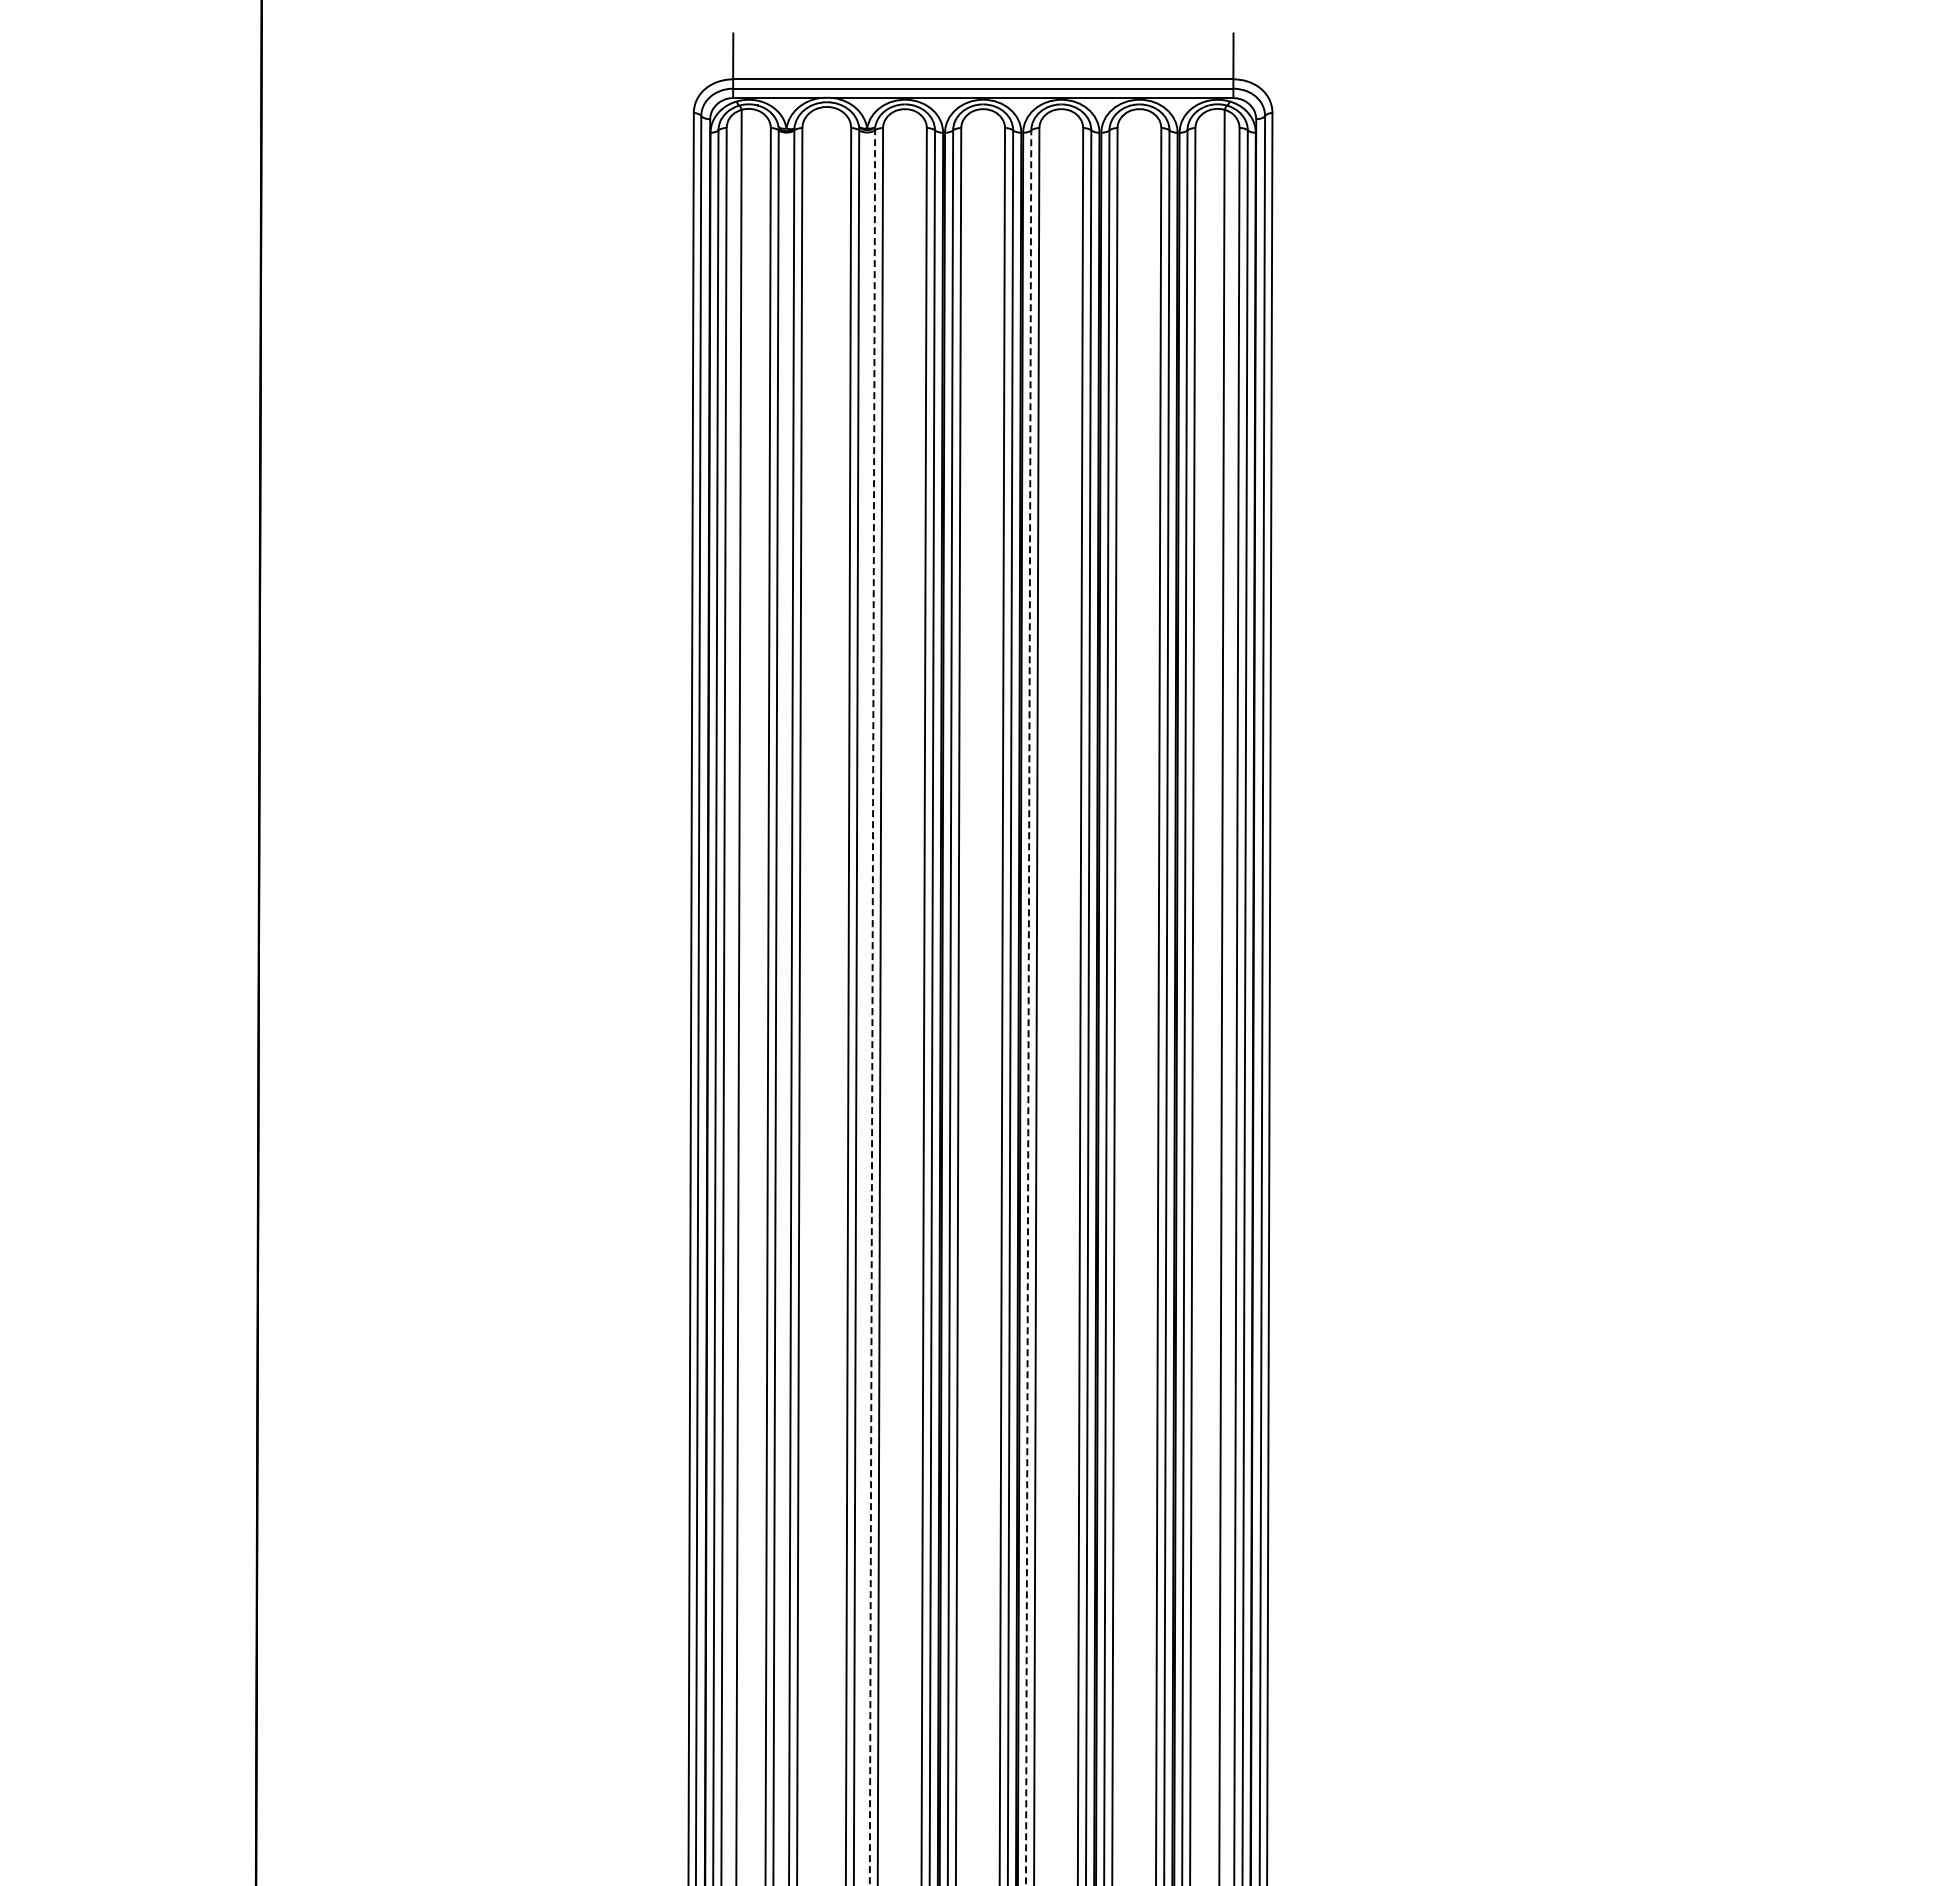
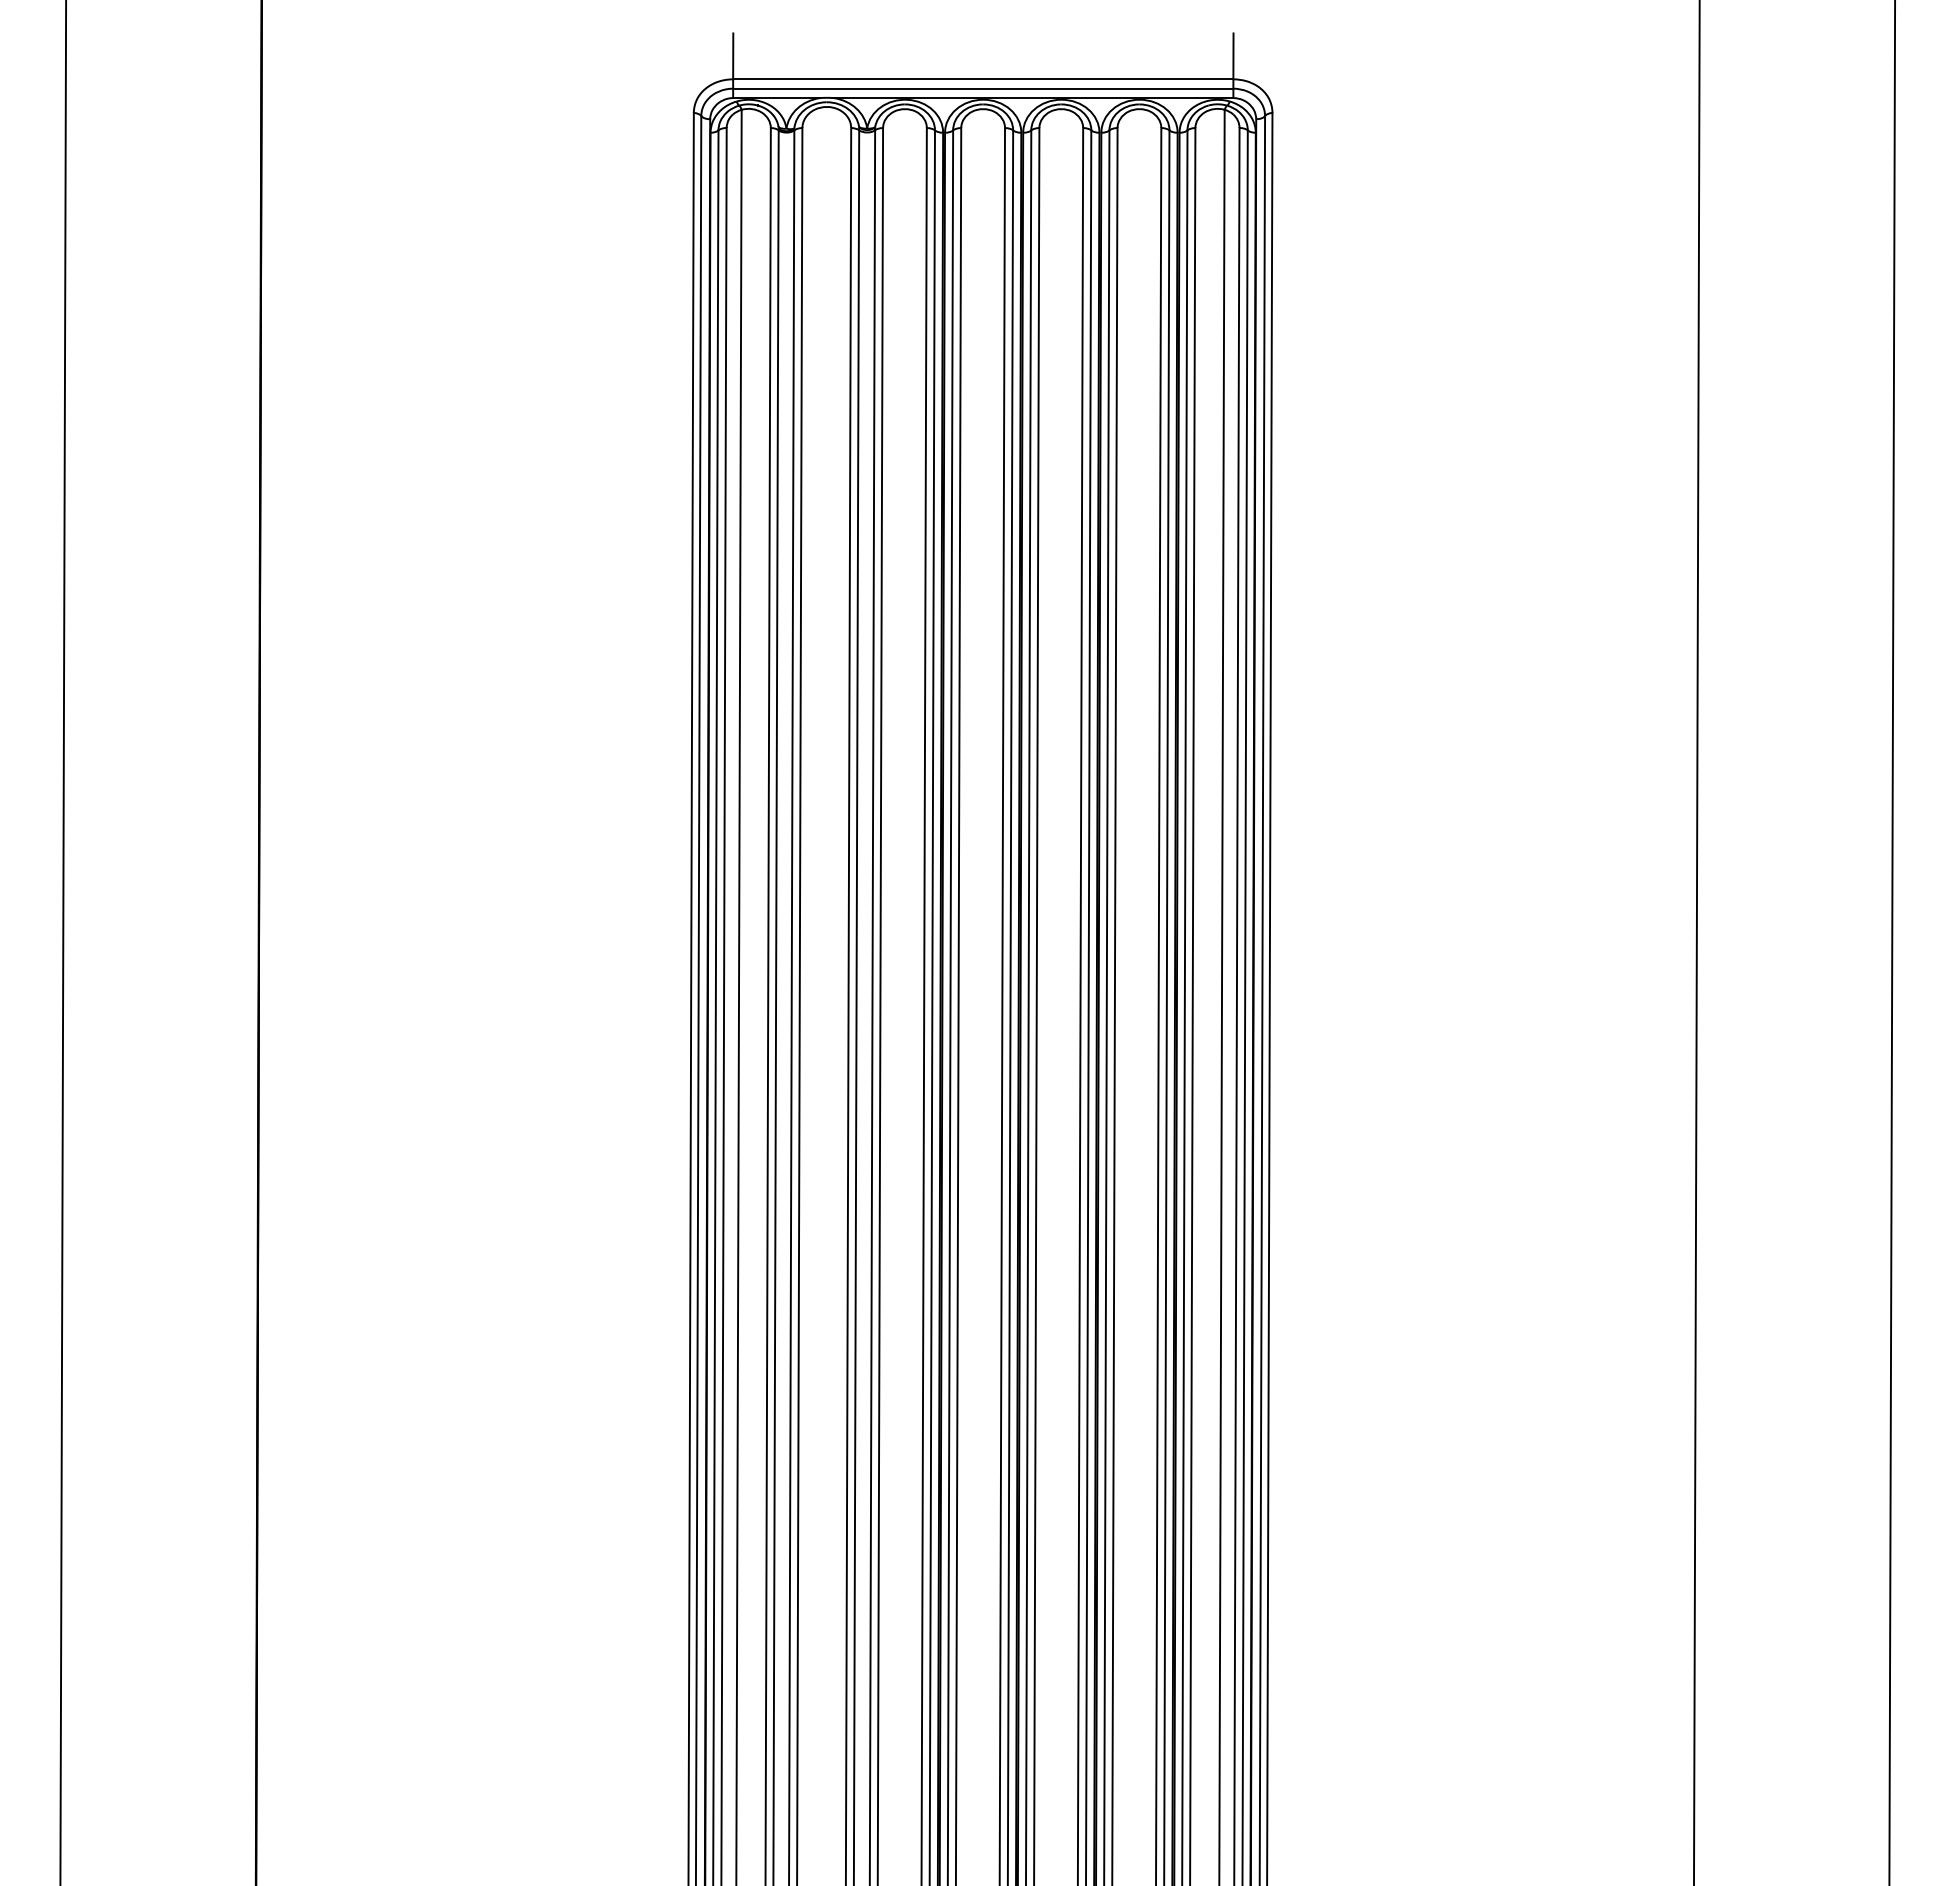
line at (63, 942): none -> present
line at (1696, 942): none -> present
line at (1892, 942): none -> present
line at (872, 1007): dashed -> solid
line at (1028, 1007): dashed -> solid
